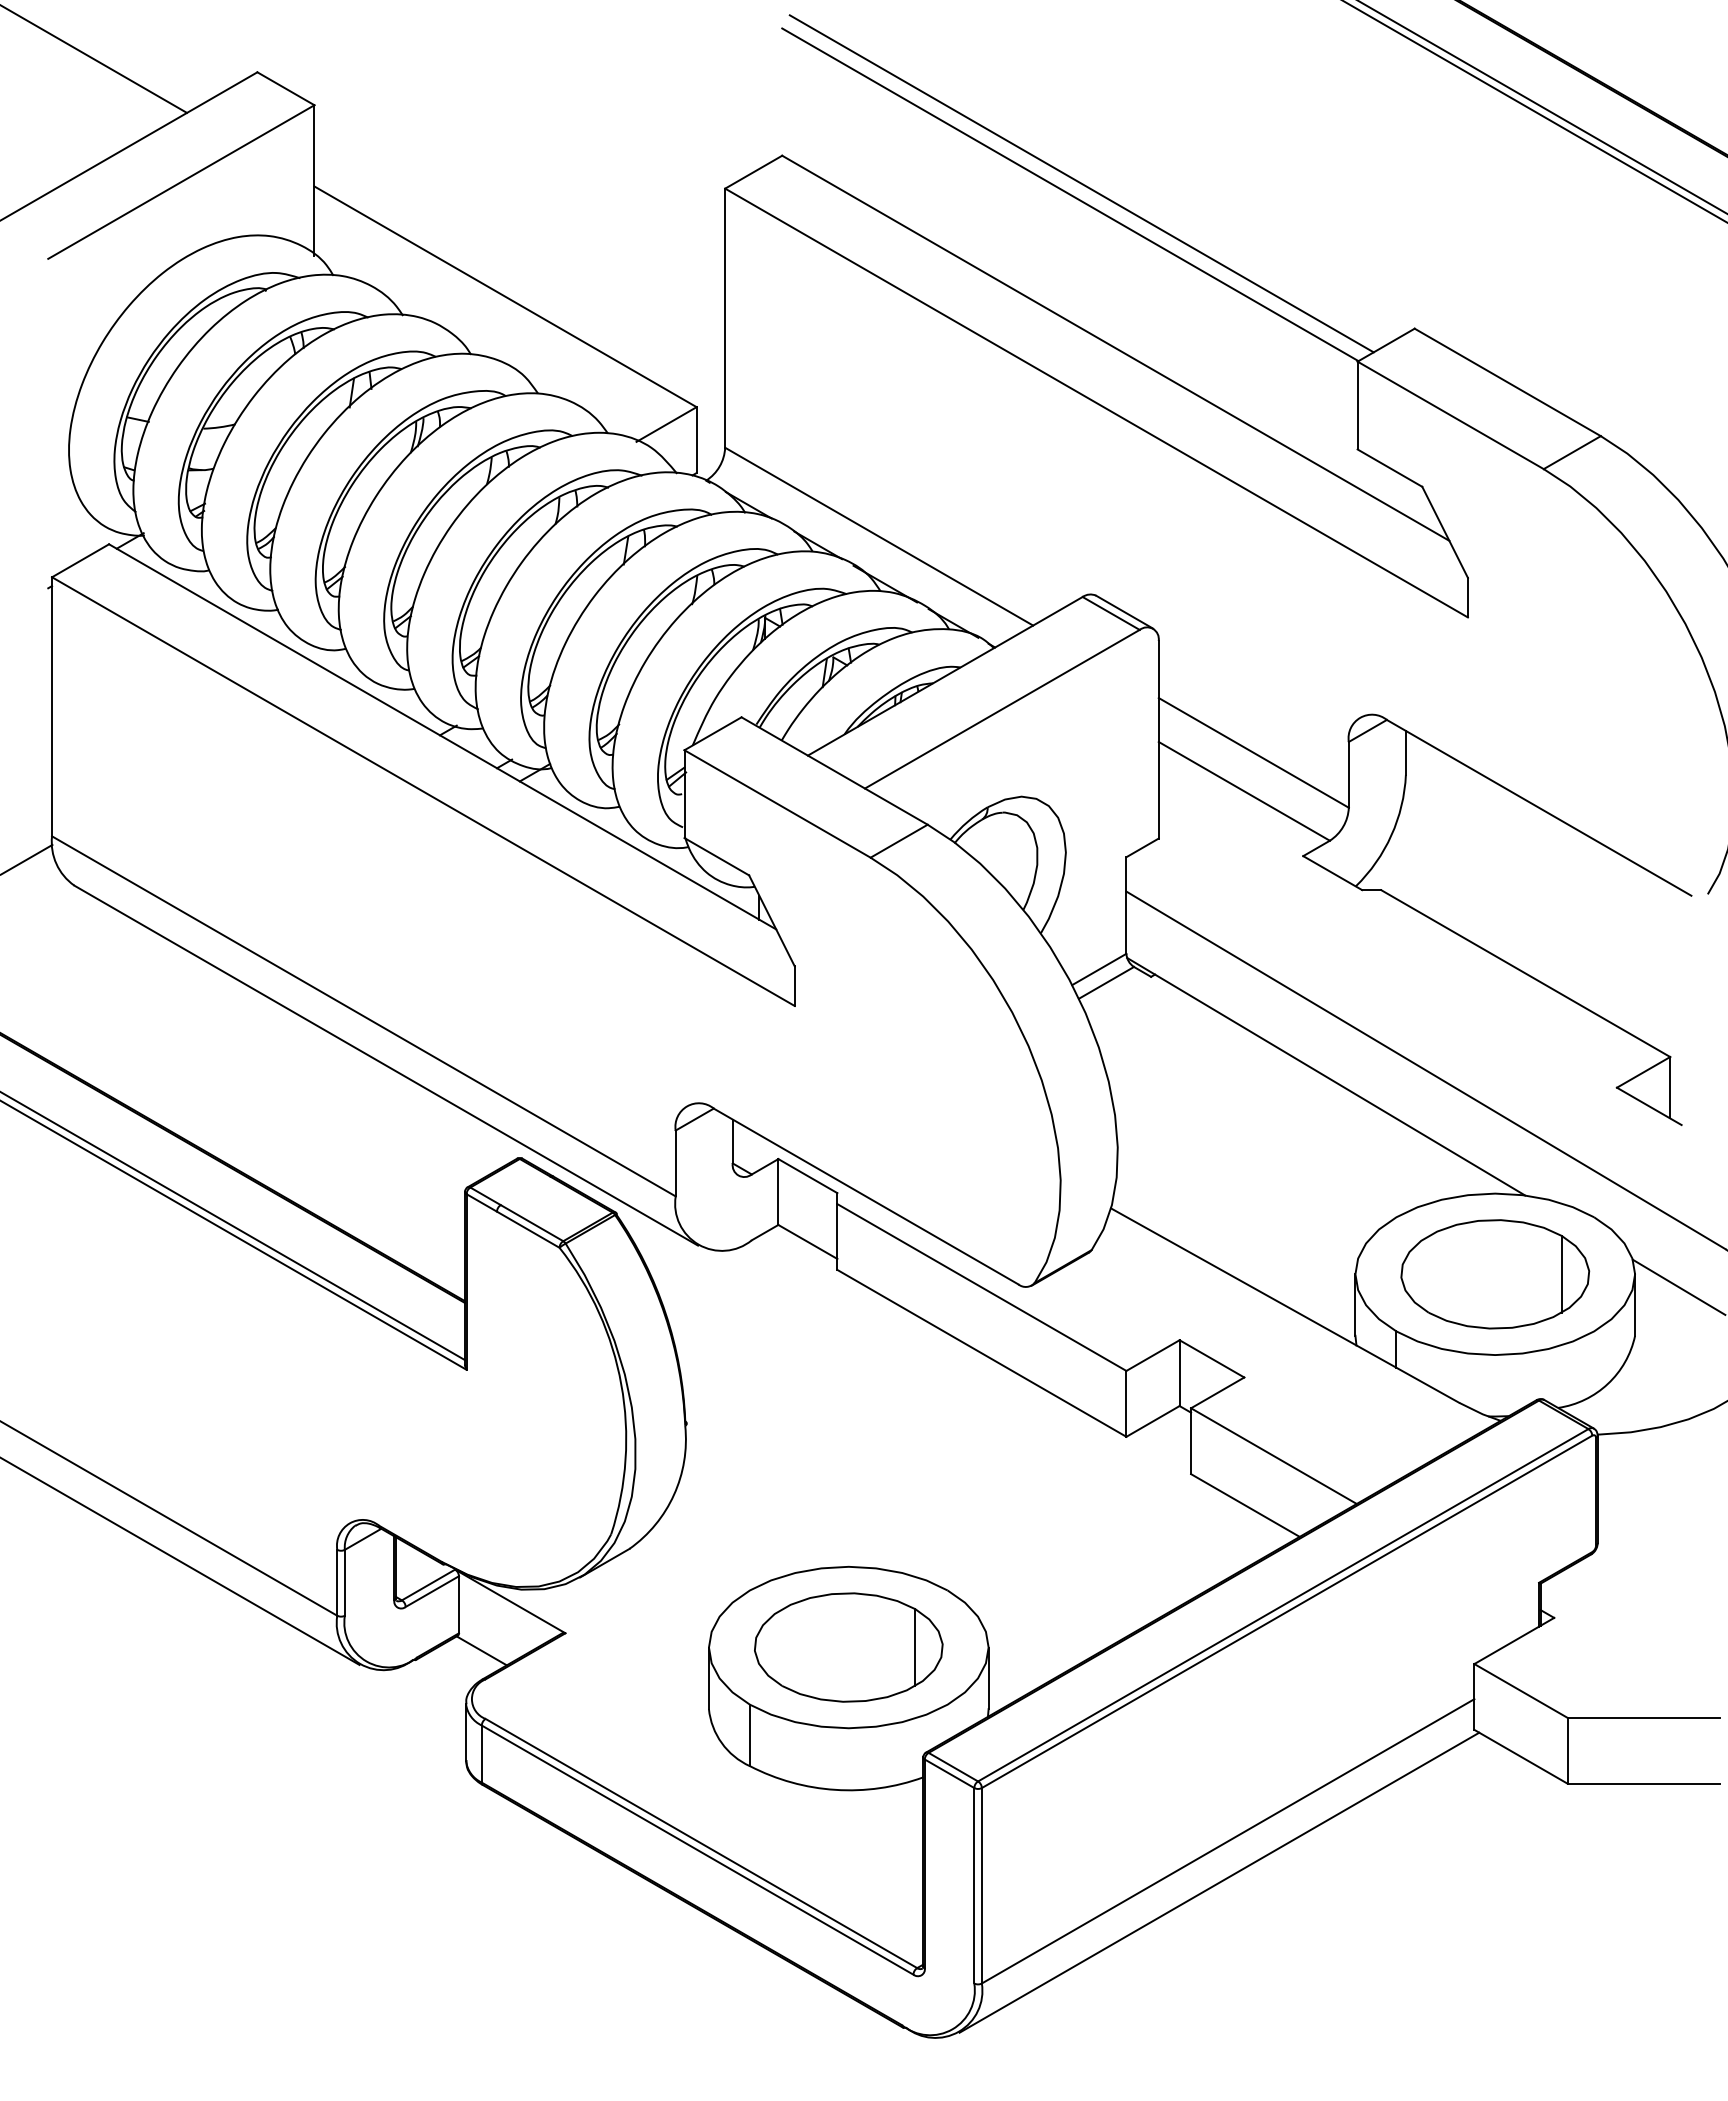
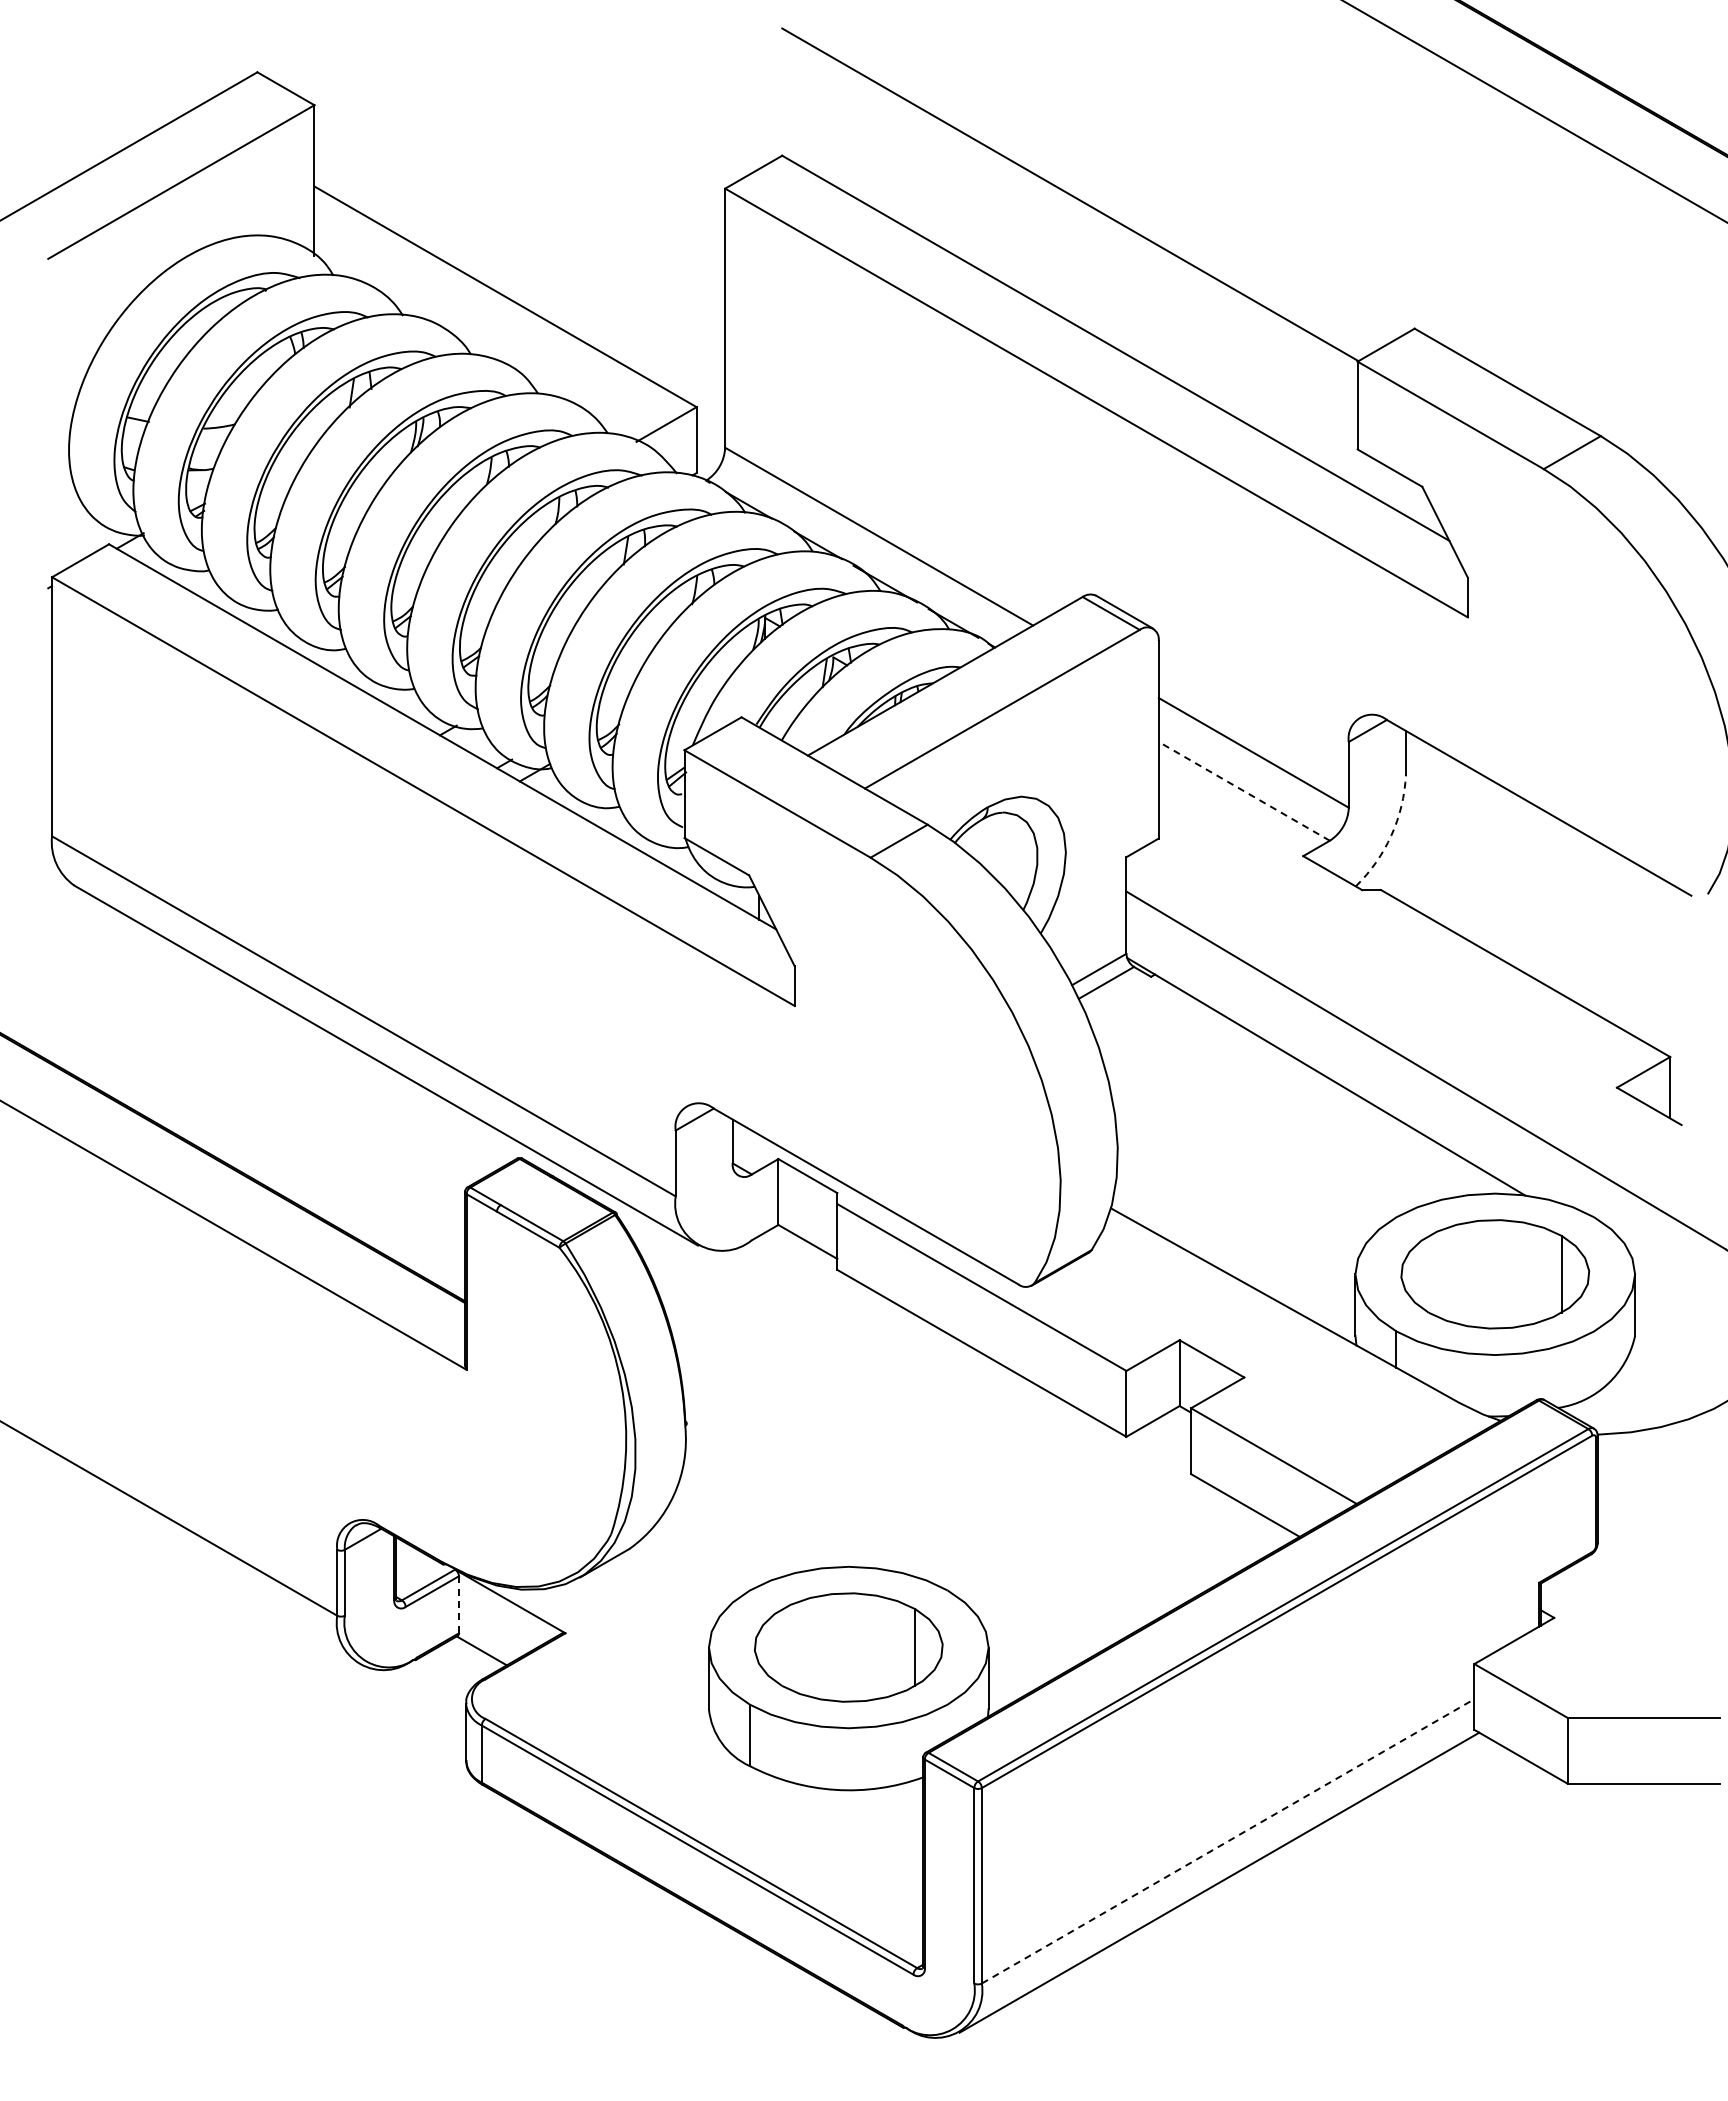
line at (94, 59): present -> none
line at (1542, 107): present -> none
line at (1081, 183): present -> none
line at (1244, 791): solid -> dashed
arc at (1391, 835): solid -> dashed
line at (27, 858): present -> none
line at (233, 1226): present -> none
line at (1678, 1286): present -> none
line at (180, 1561): present -> none
line at (458, 1604): solid -> dashed
line at (1228, 1841): solid -> dashed
